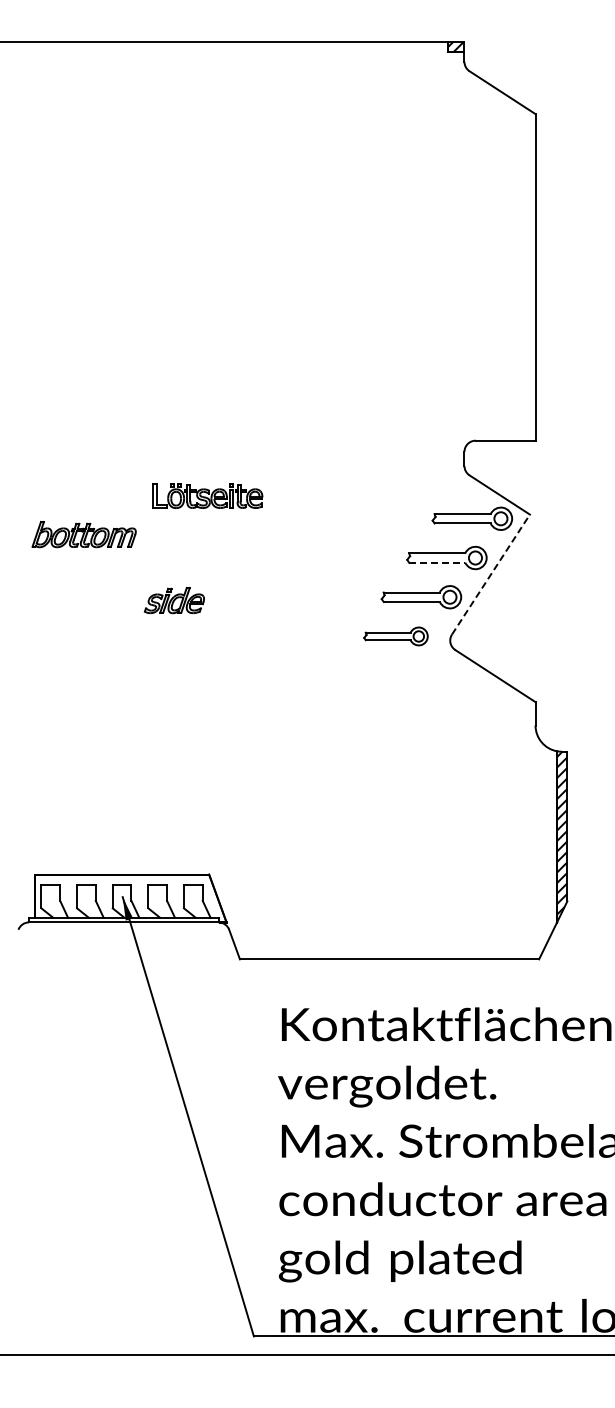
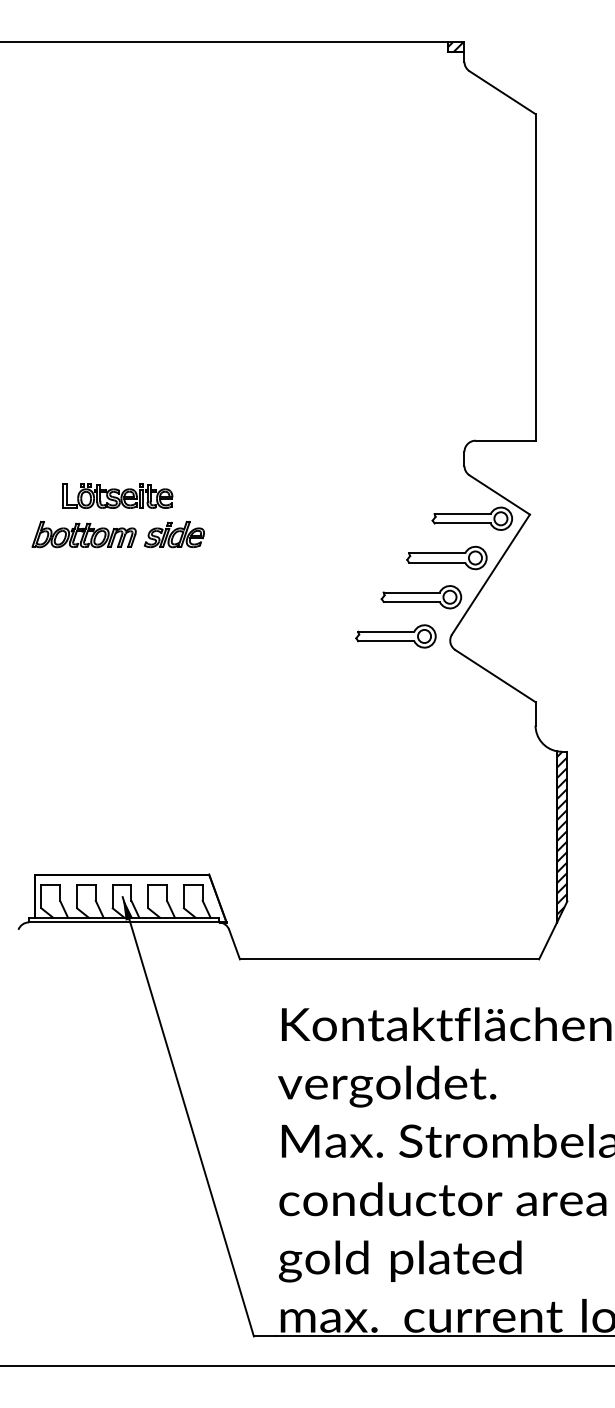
part at (207, 495) position: (207, 495) -> (117, 495)
line at (437, 562): dashed -> solid
line at (490, 574): dashed -> solid
part at (174, 600) position: (174, 600) -> (174, 534)
part at (395, 636) size: 66x21 px -> 82x25 px
line at (306, 1354) position: (306, 1354) -> (306, 1365)
